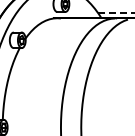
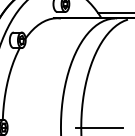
line at (116, 12): dashed -> solid
line at (99, 127): none -> present
